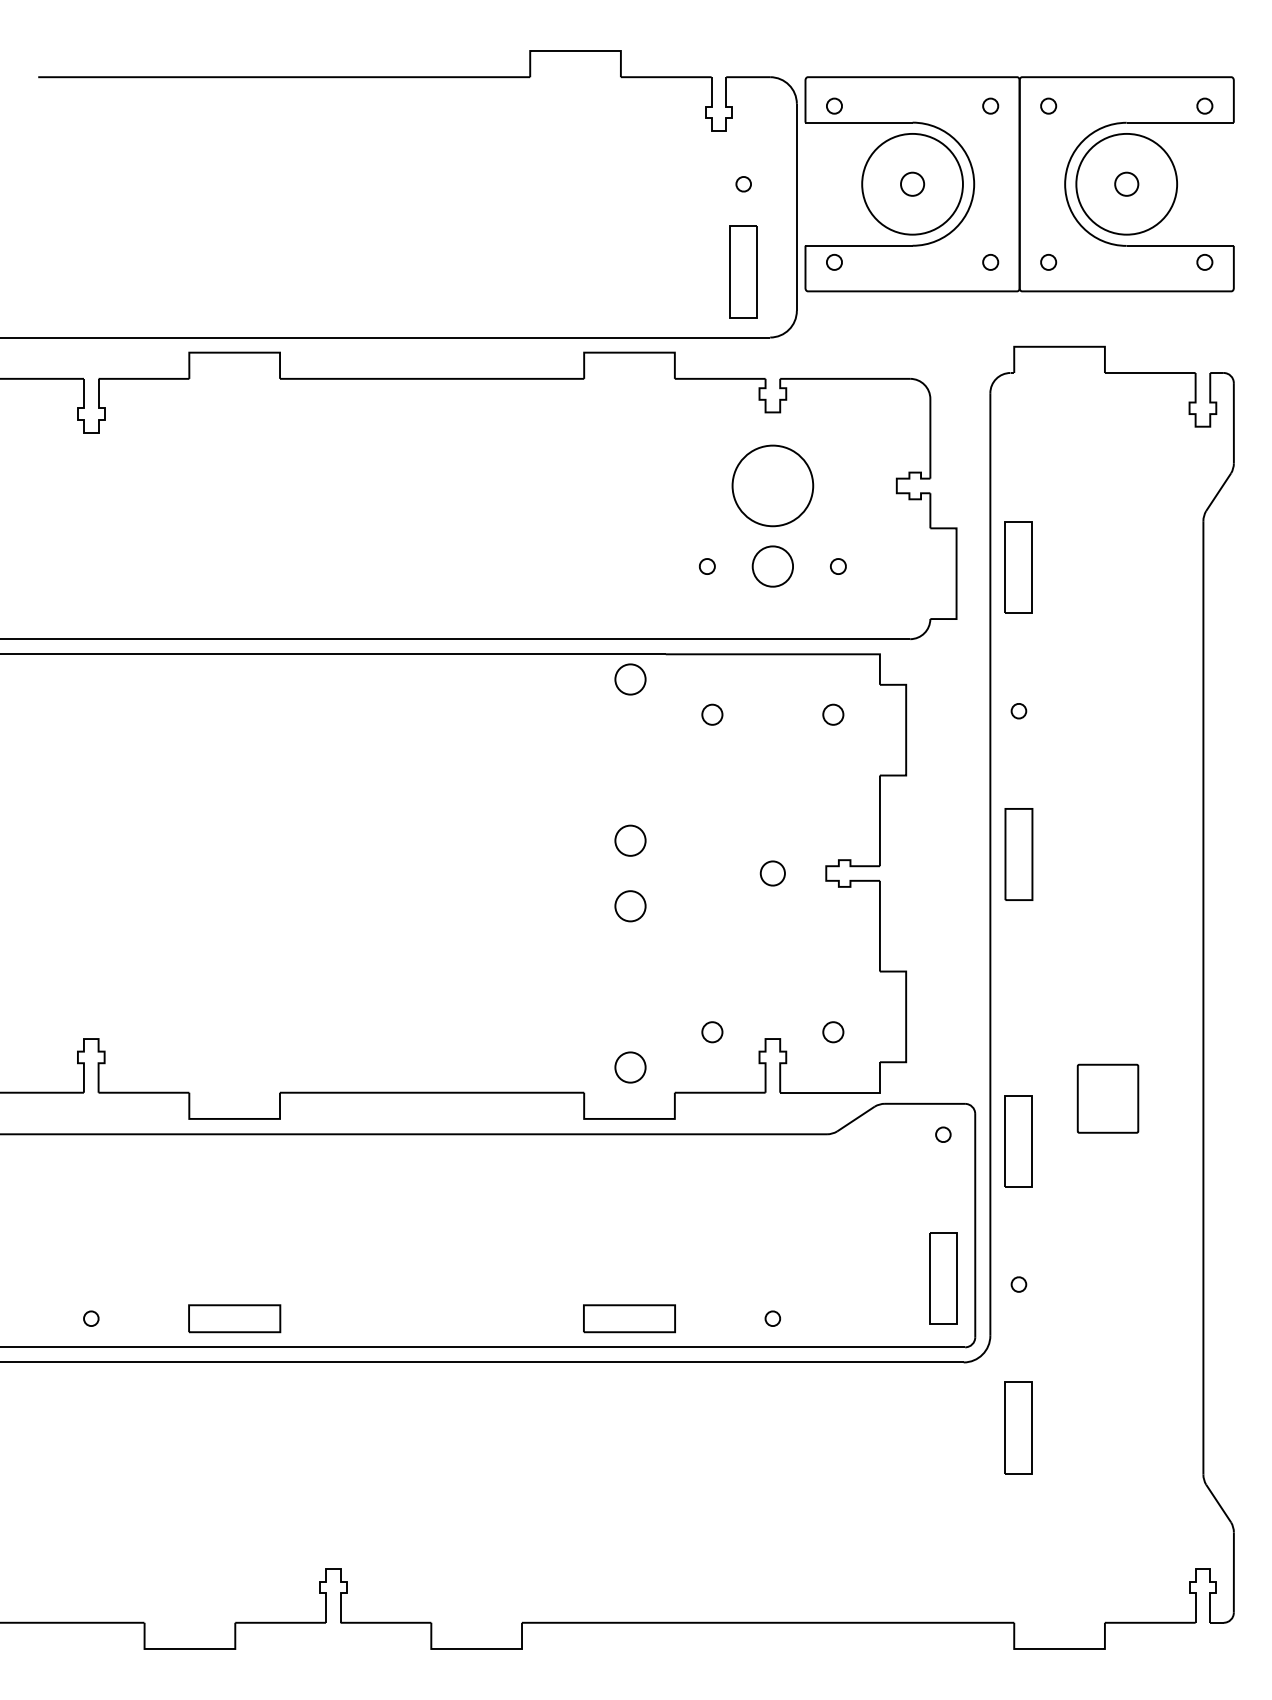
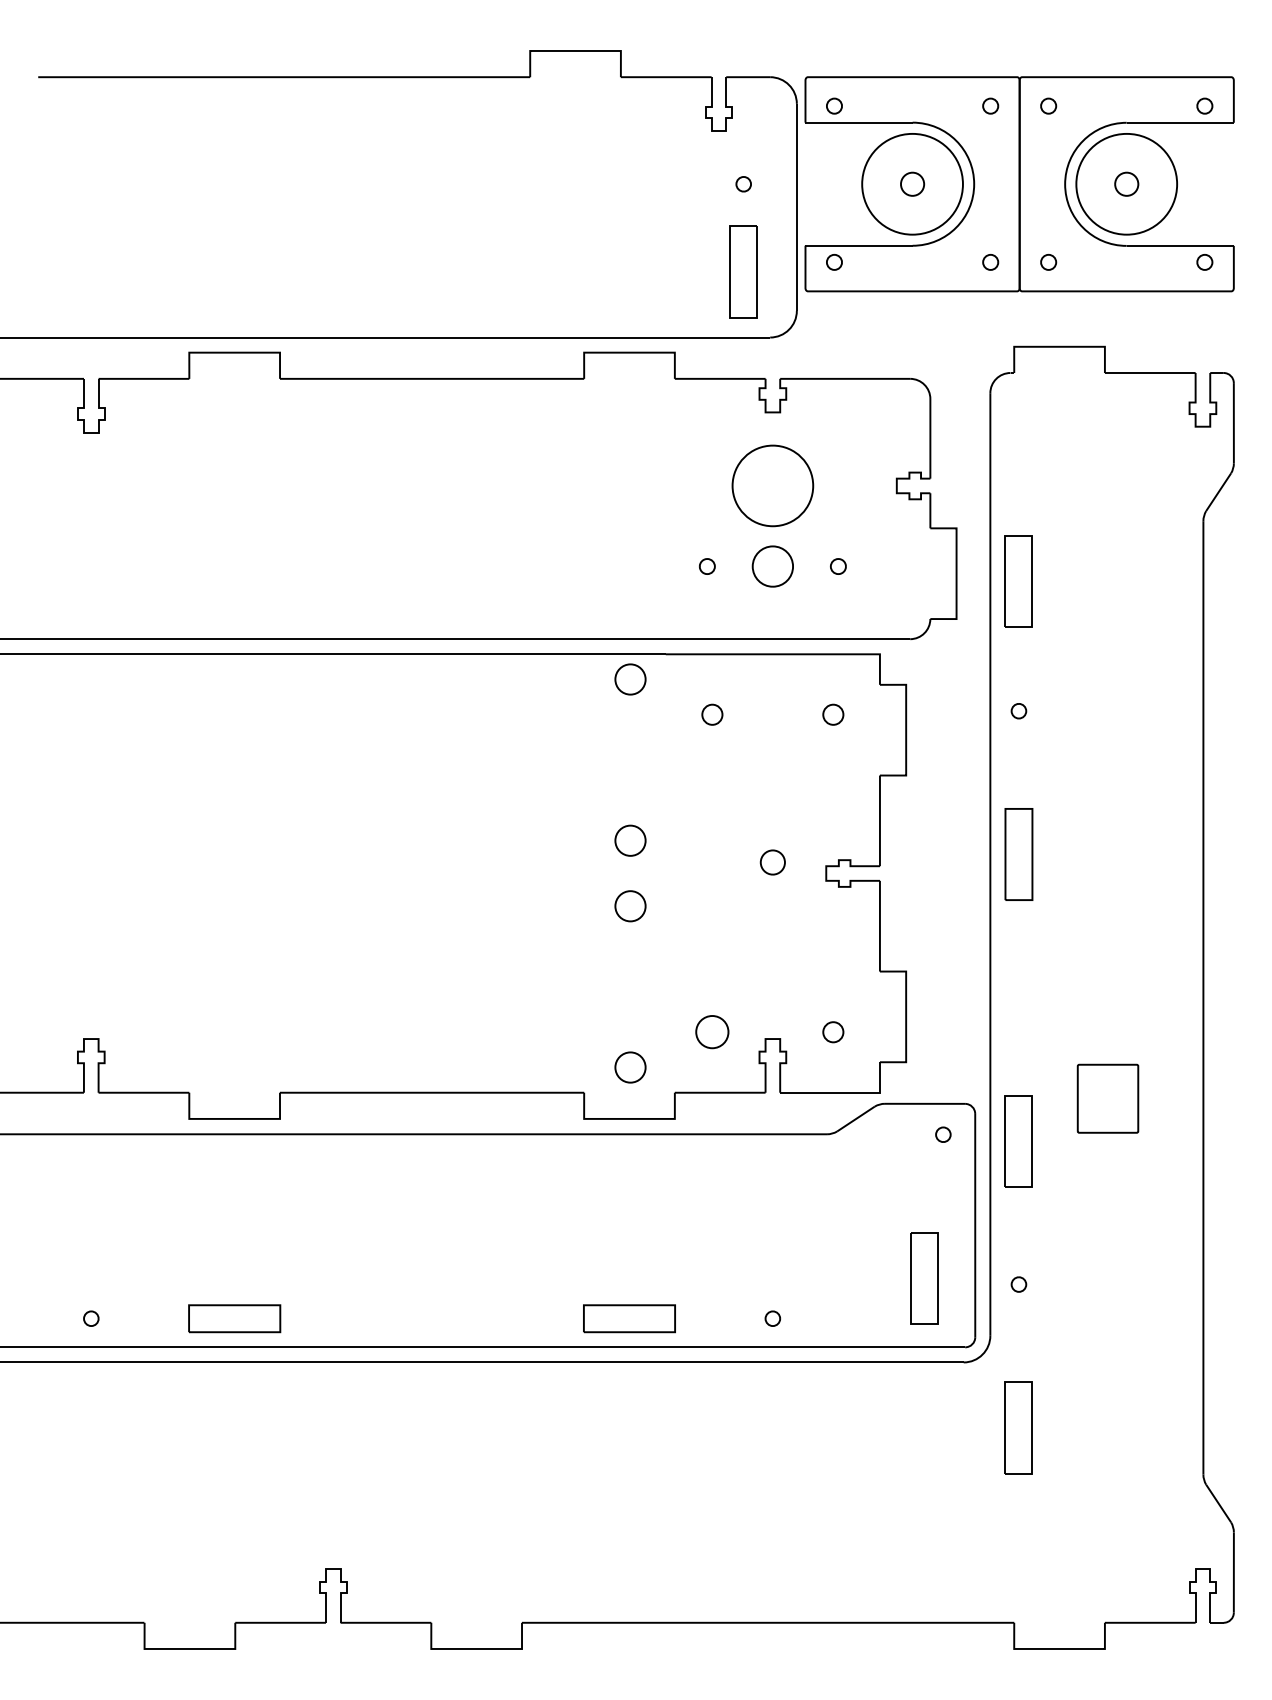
part at (1018, 567) position: (1018, 567) -> (1018, 581)
part at (772, 873) position: (772, 873) -> (772, 862)
part at (712, 1032) size: 23x23 px -> 35x35 px
part at (943, 1278) position: (943, 1278) -> (924, 1278)
